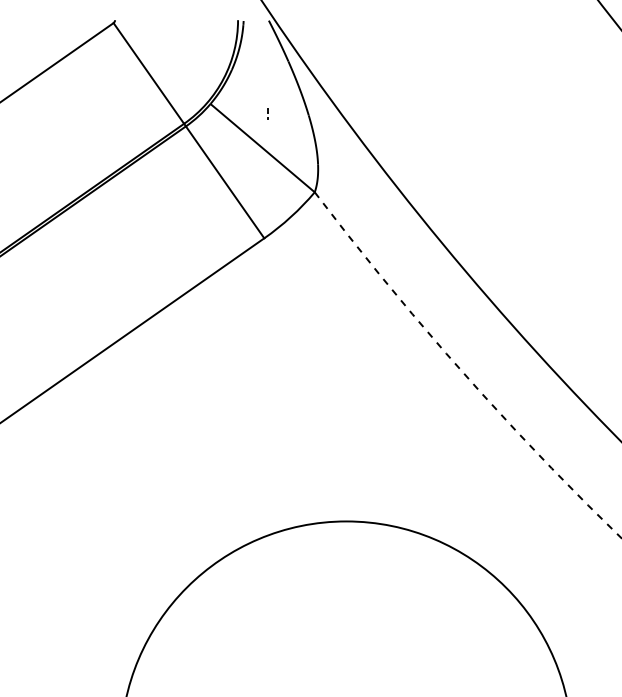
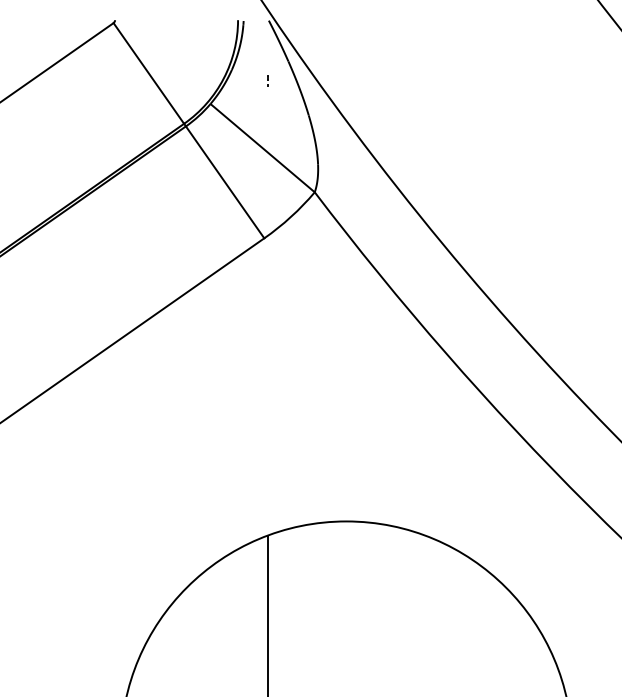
line at (267, 113) position: (267, 113) -> (267, 80)
arc at (460, 369): dashed -> solid
line at (268, 614): none -> present
